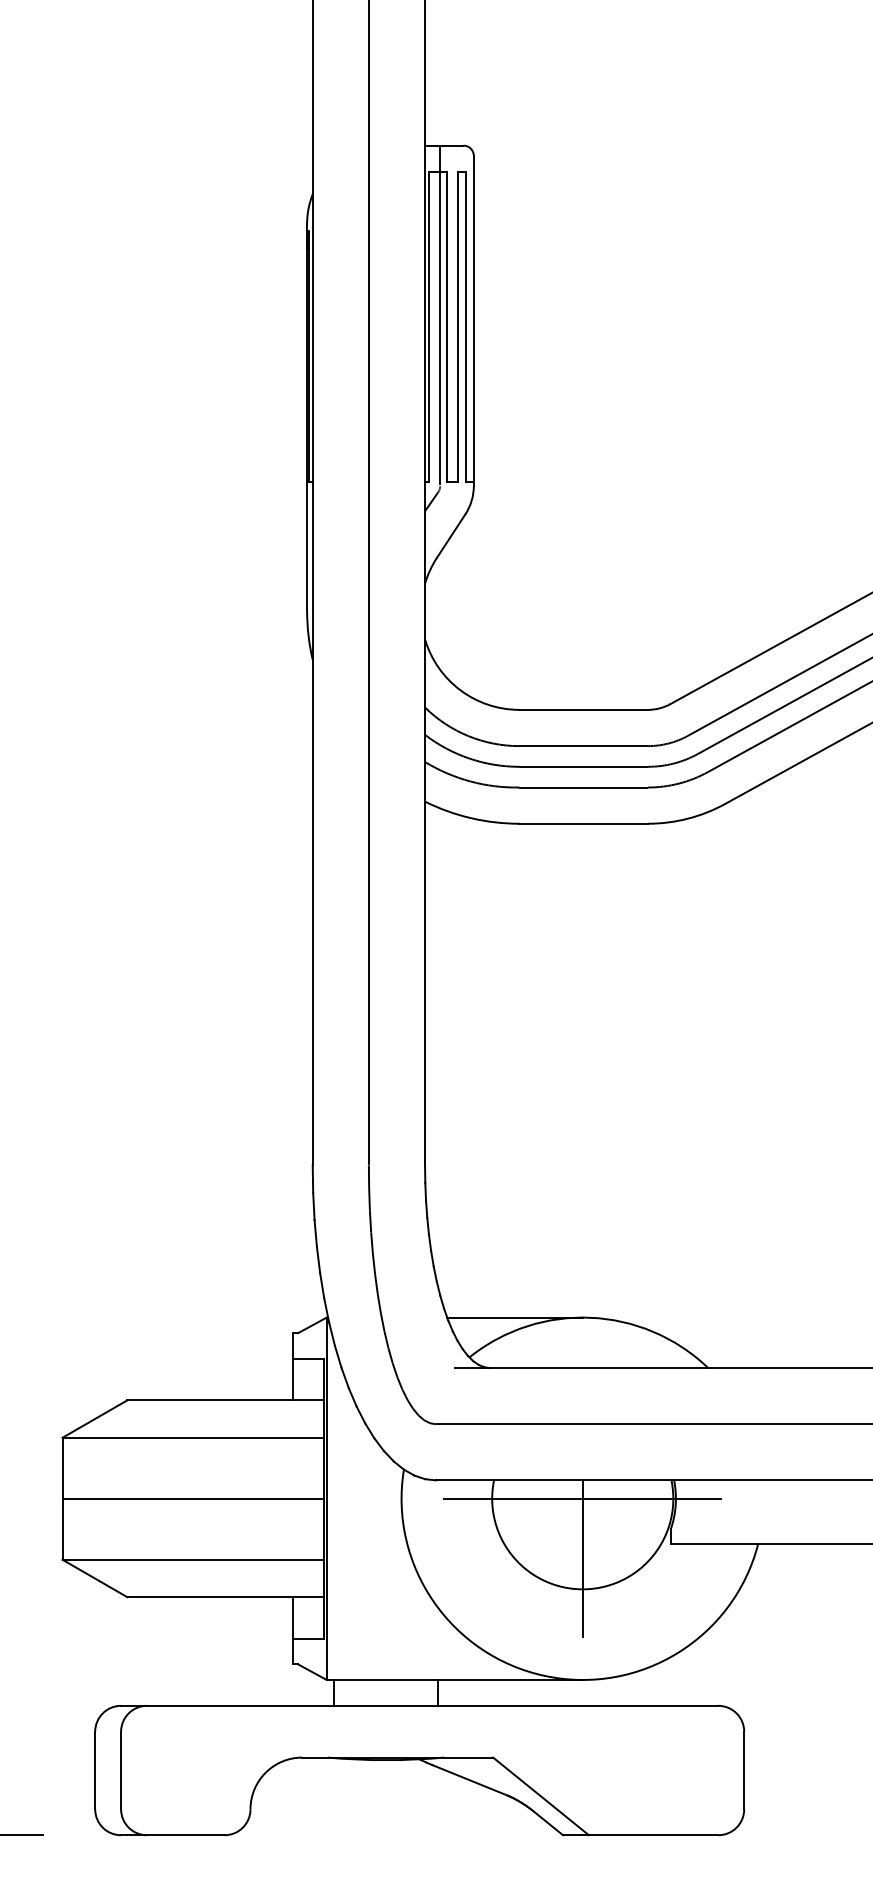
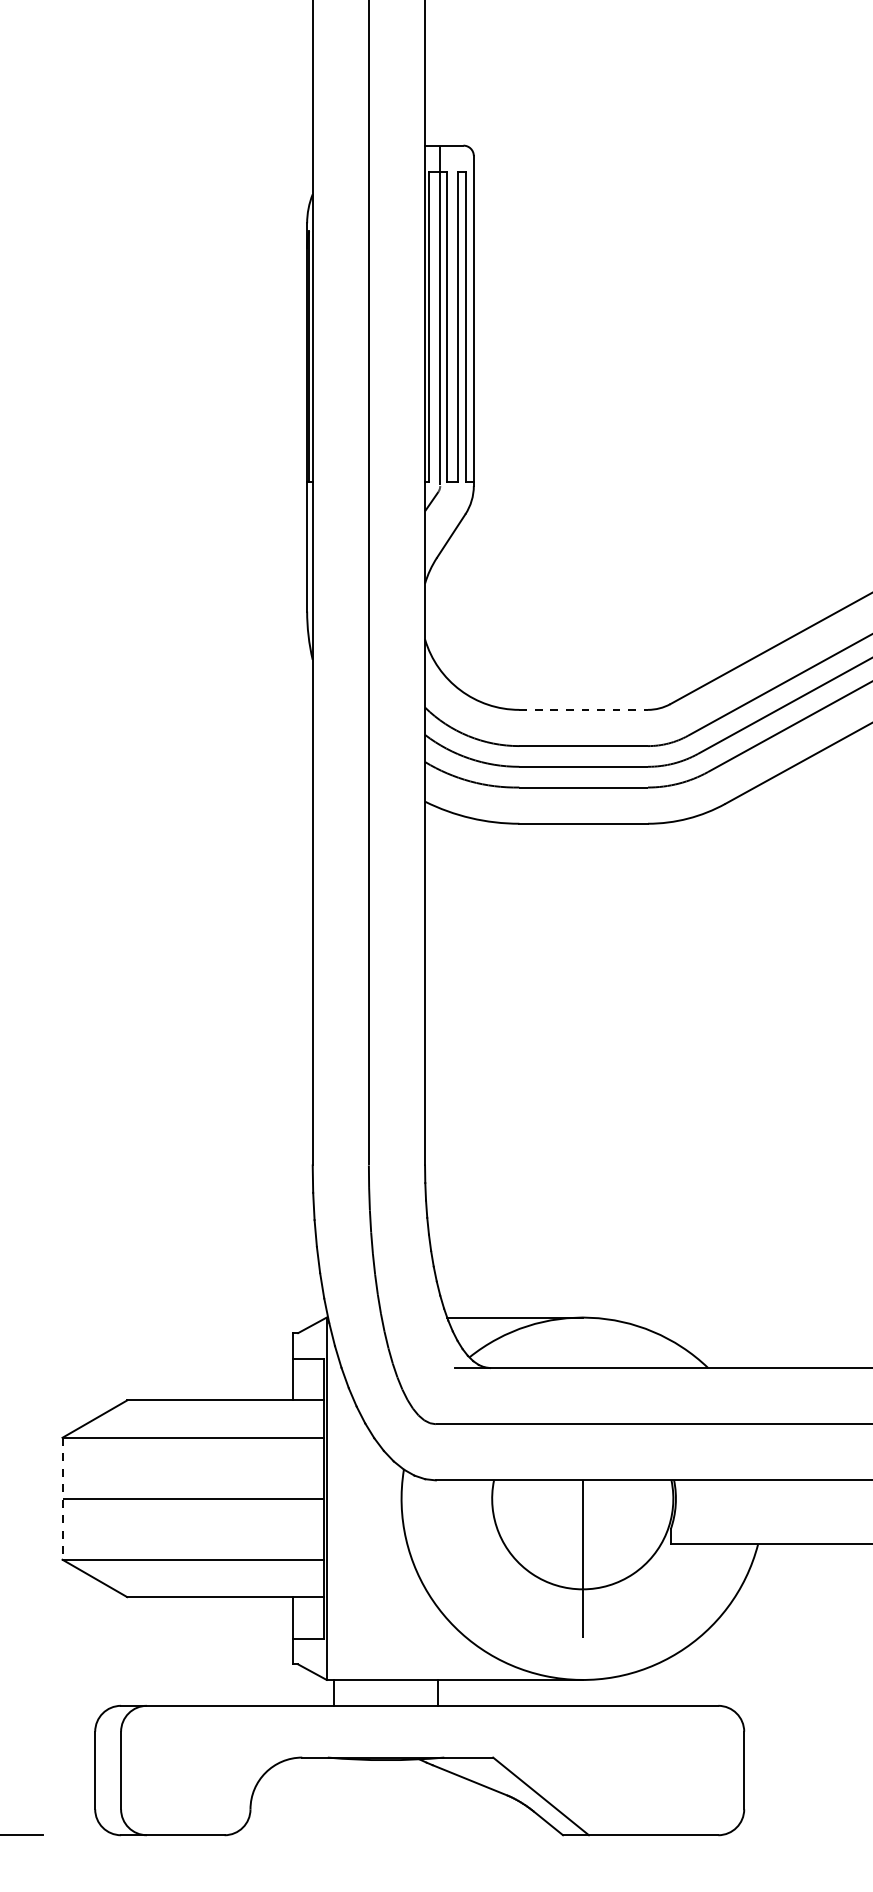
line at (584, 709): solid -> dashed
line at (62, 1498): solid -> dashed
line at (582, 1498): present -> none
